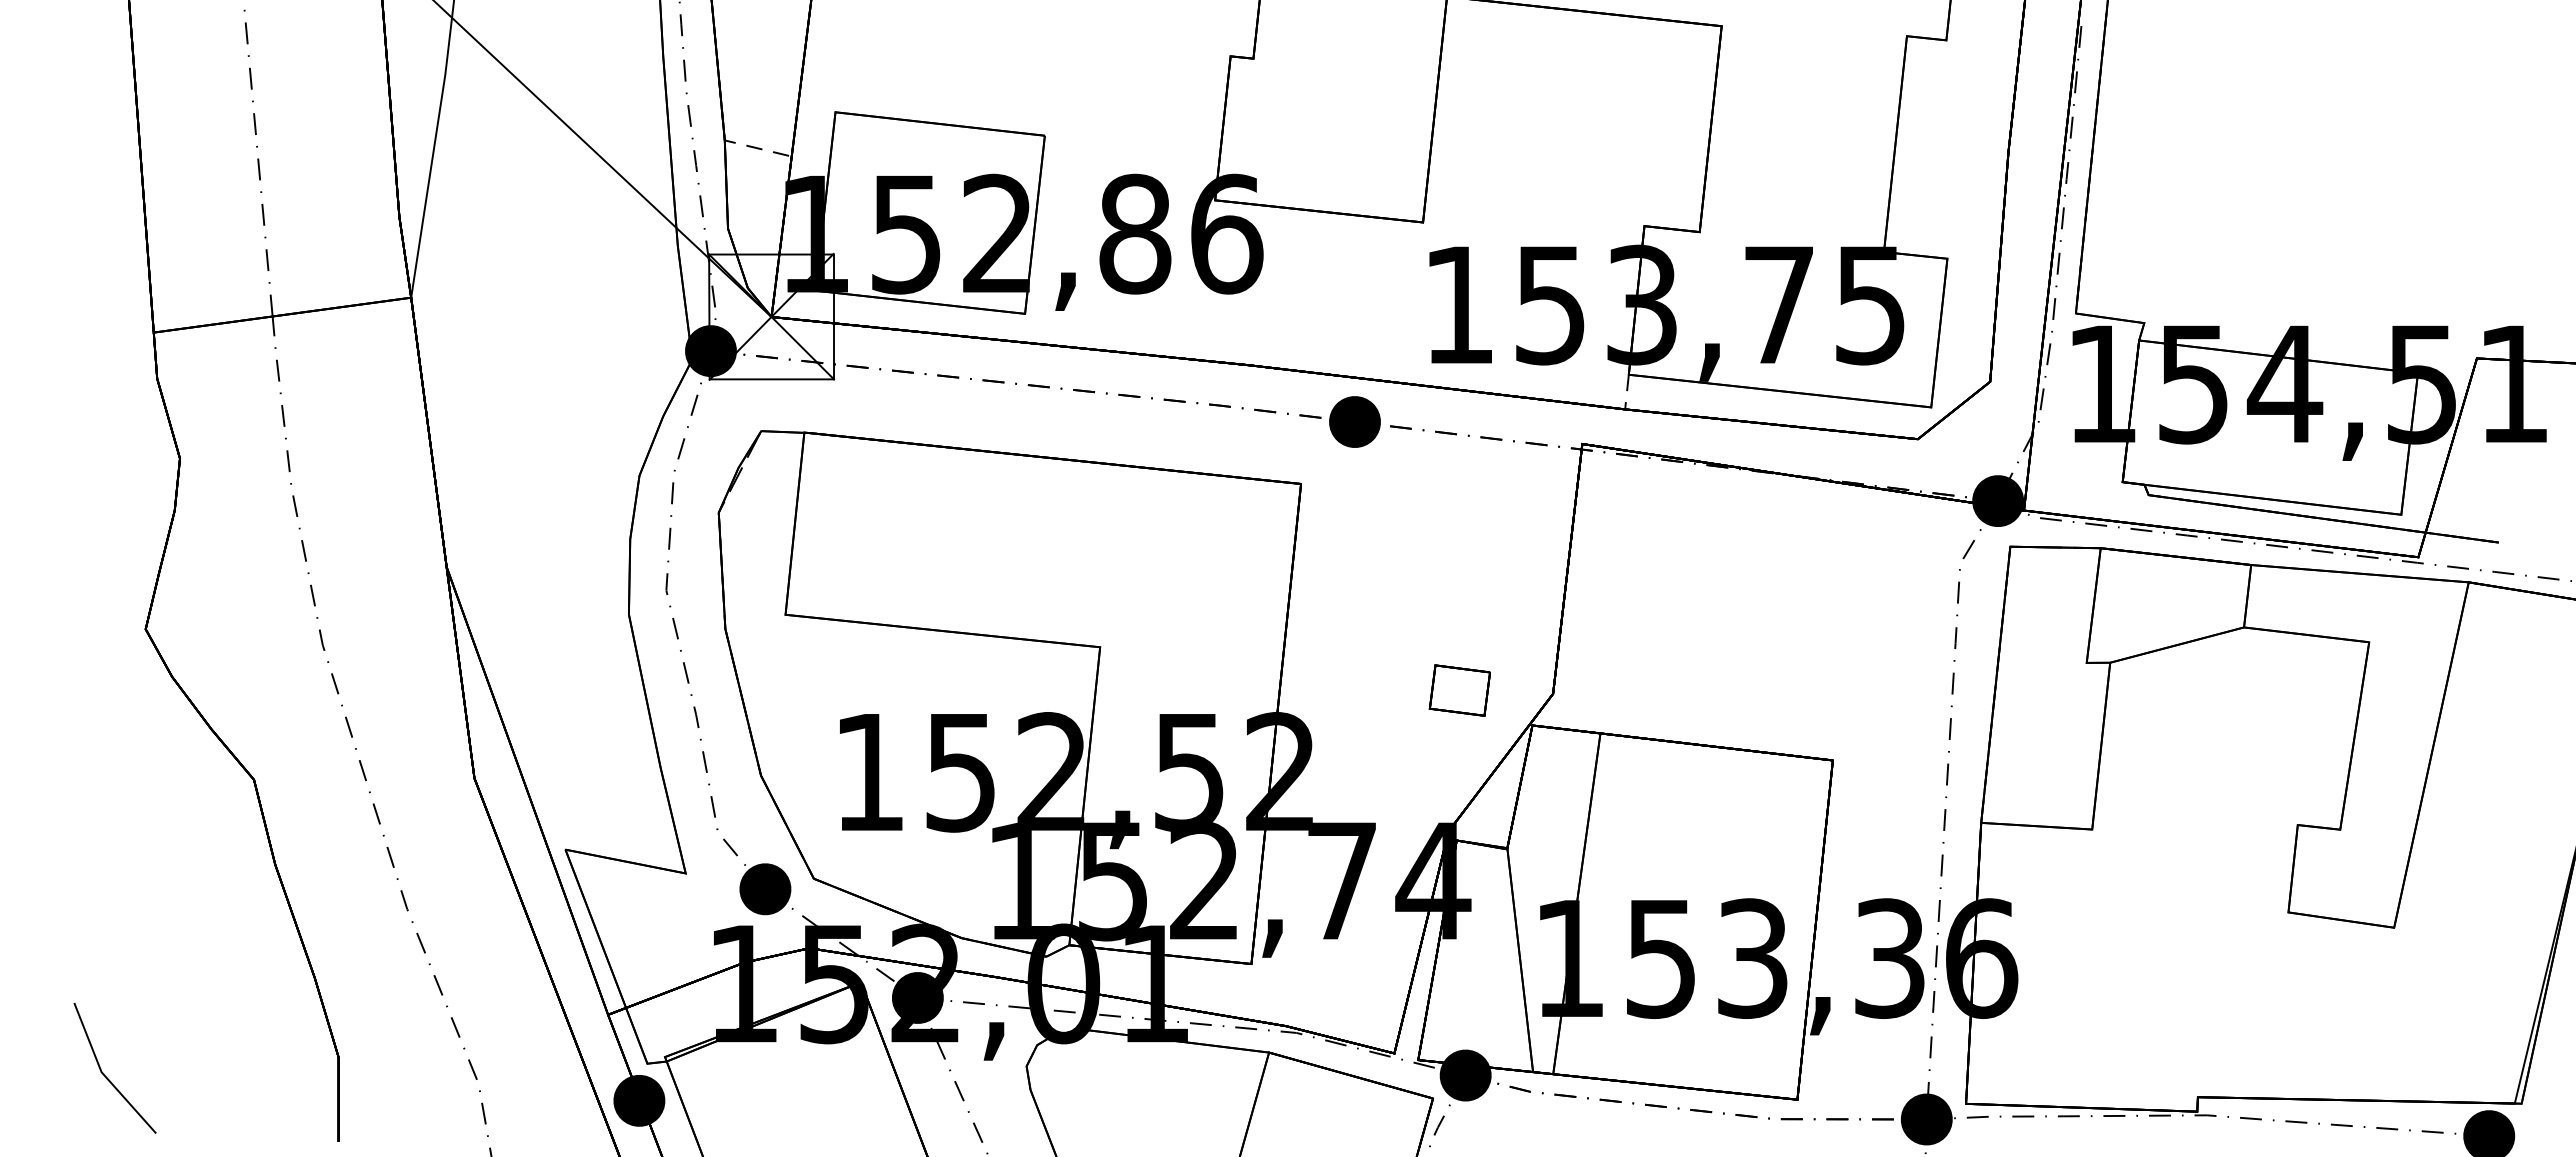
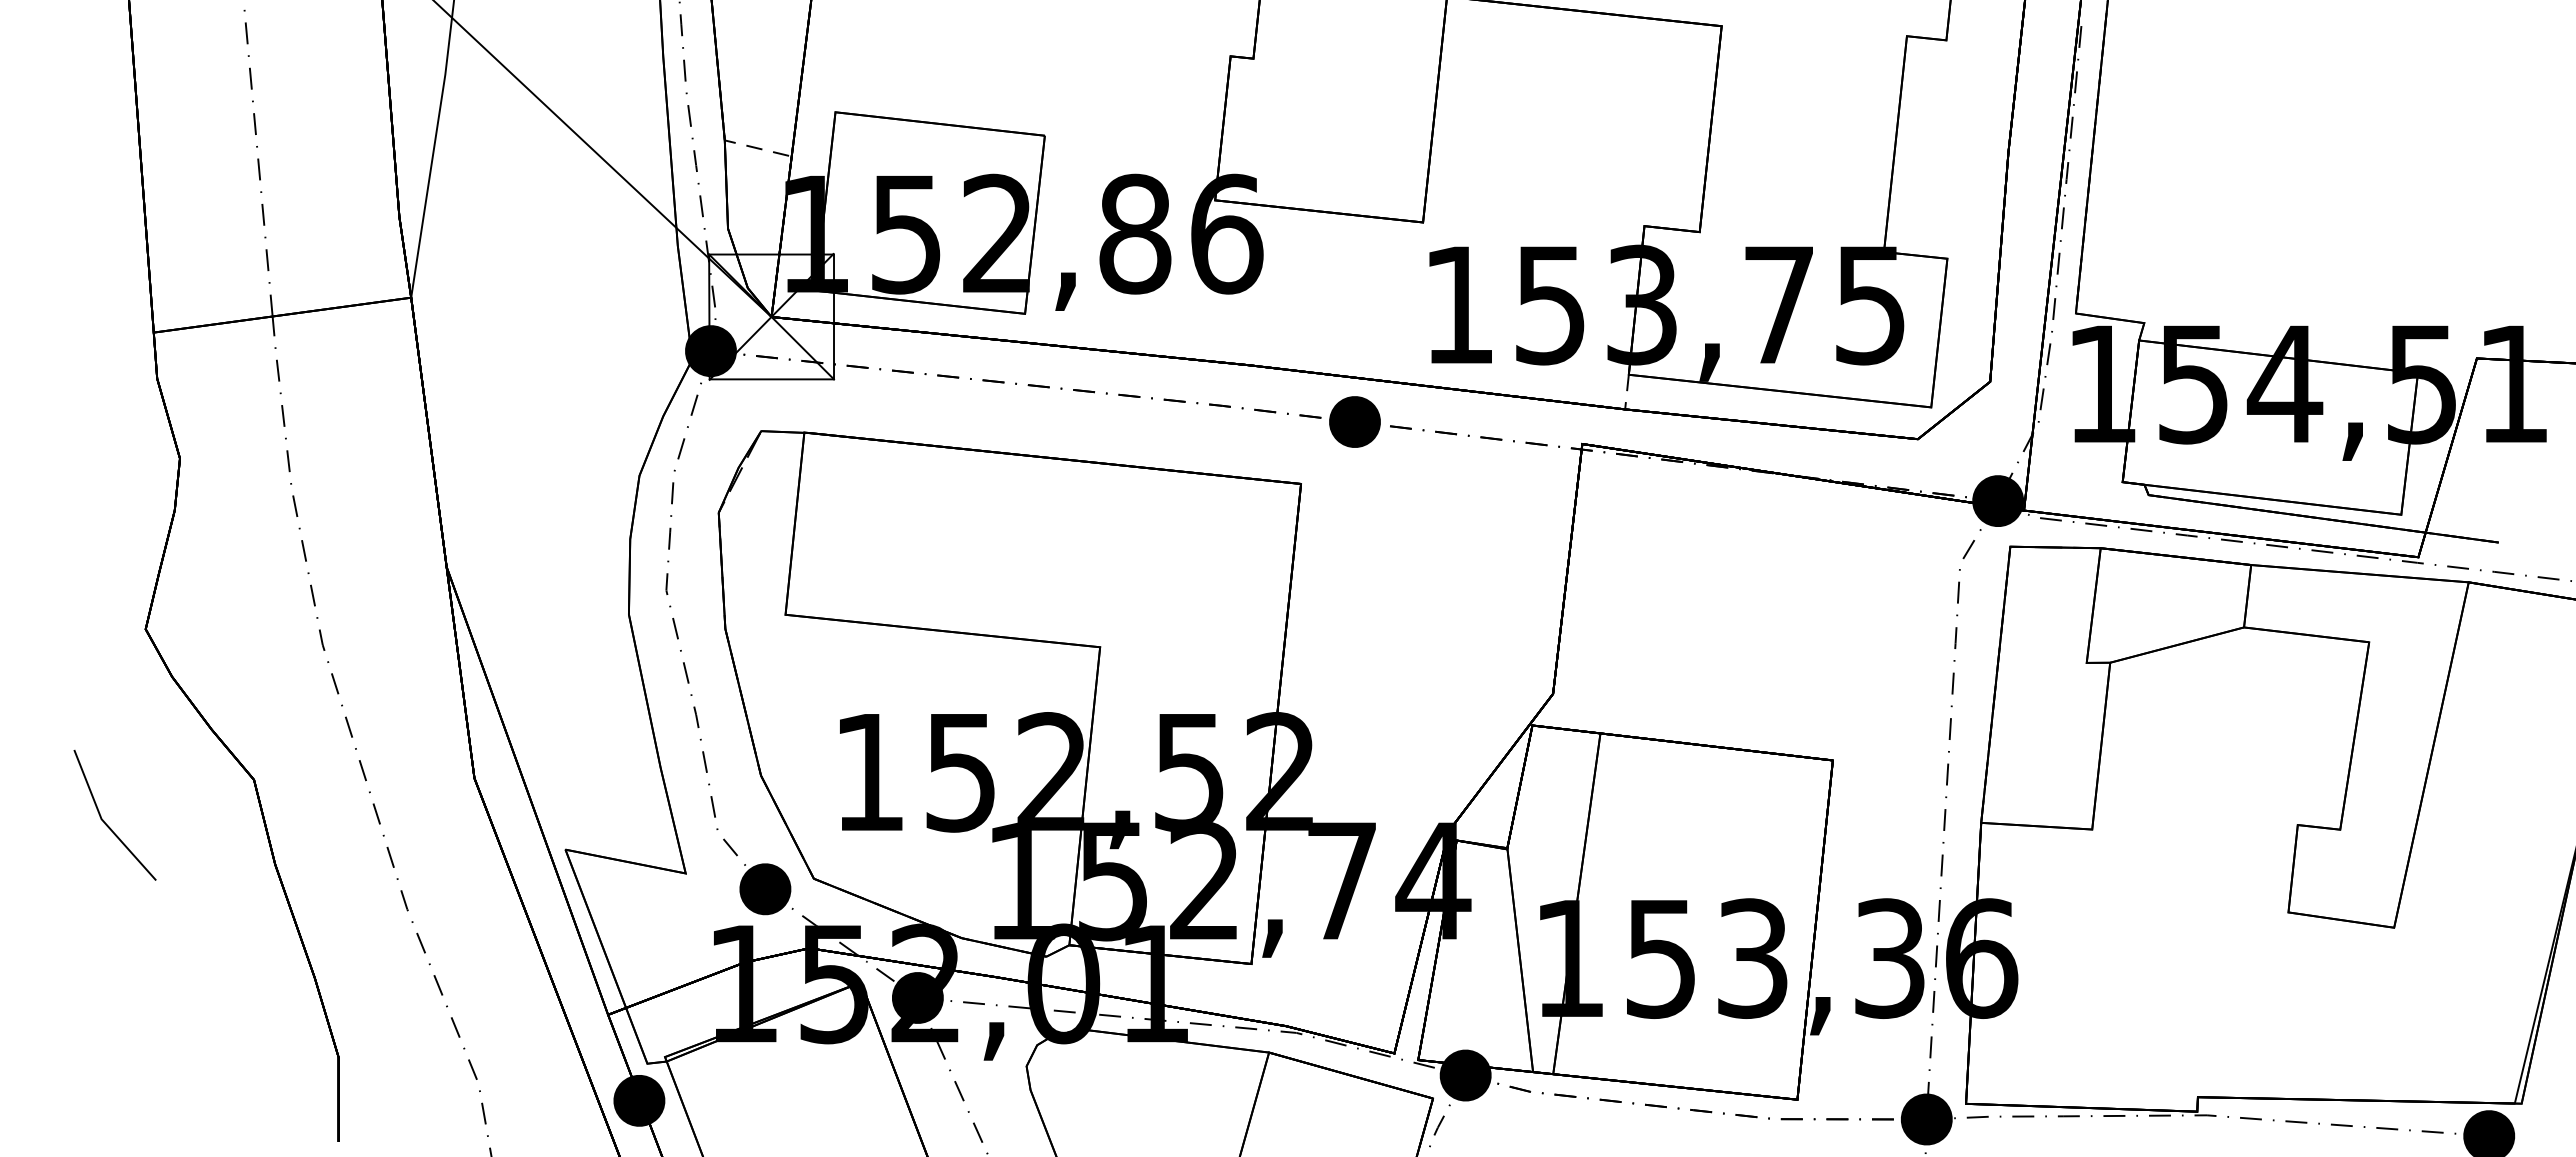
part at (1459, 690): present -> none
line at (104, 1073) position: (104, 1073) -> (104, 820)
